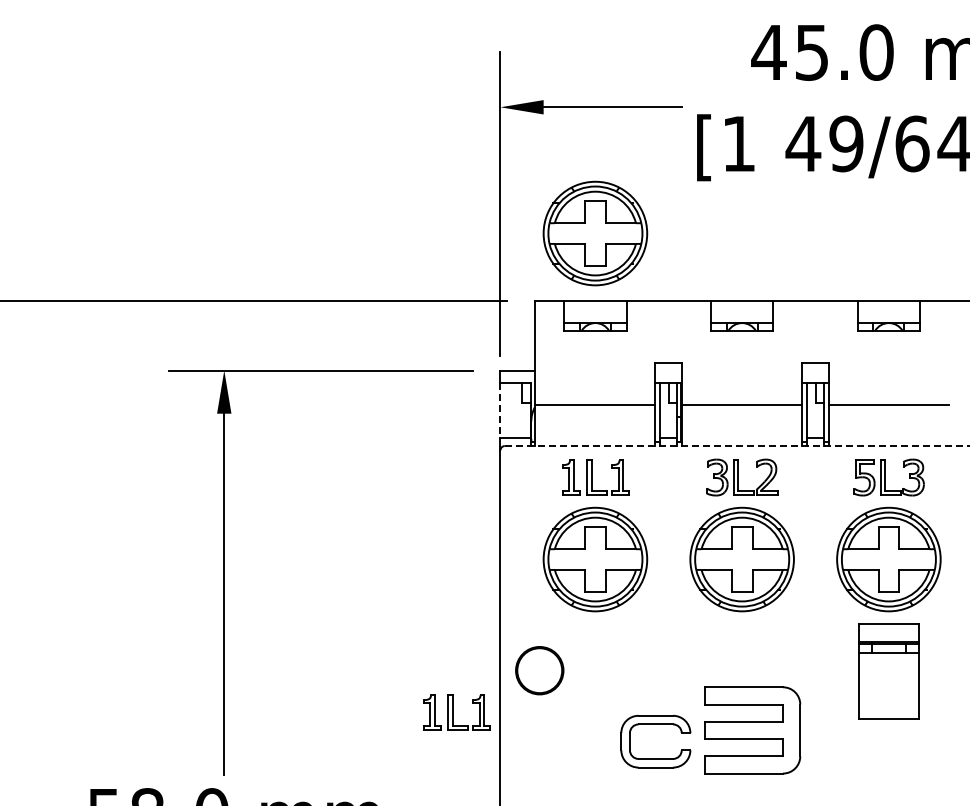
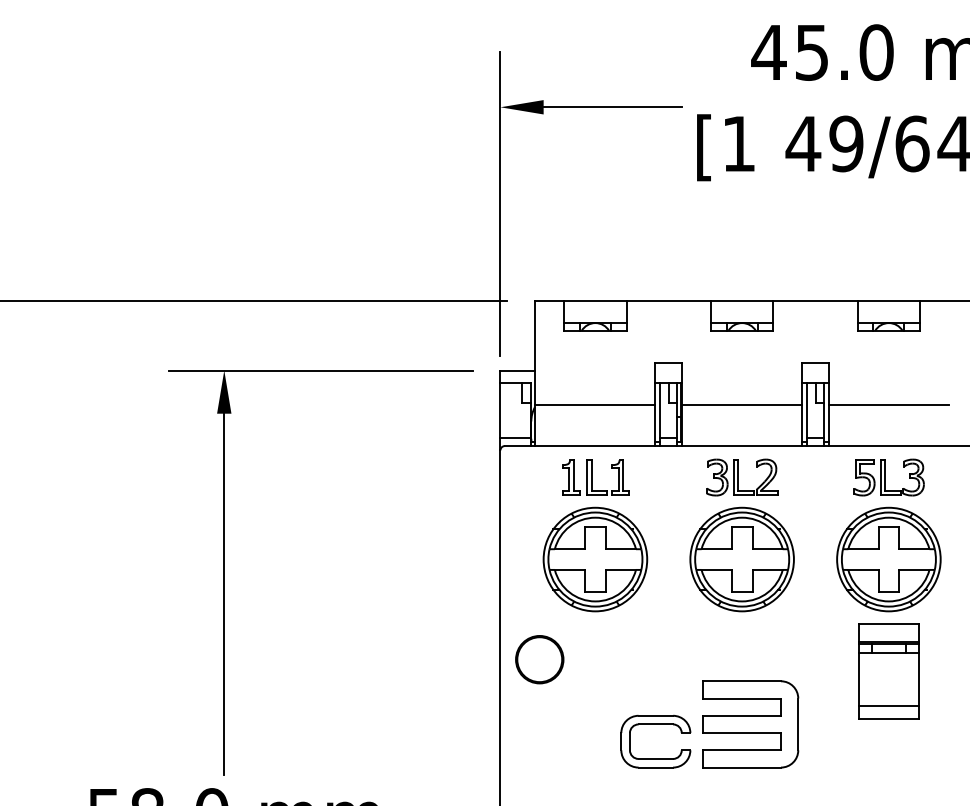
part at (595, 233): present -> none
line at (500, 411): dashed -> solid
line at (737, 446): dashed -> solid
part at (539, 670) position: (539, 670) -> (539, 659)
line at (888, 706): none -> present
part at (456, 712): present -> none
part at (752, 730) position: (752, 730) -> (750, 724)
